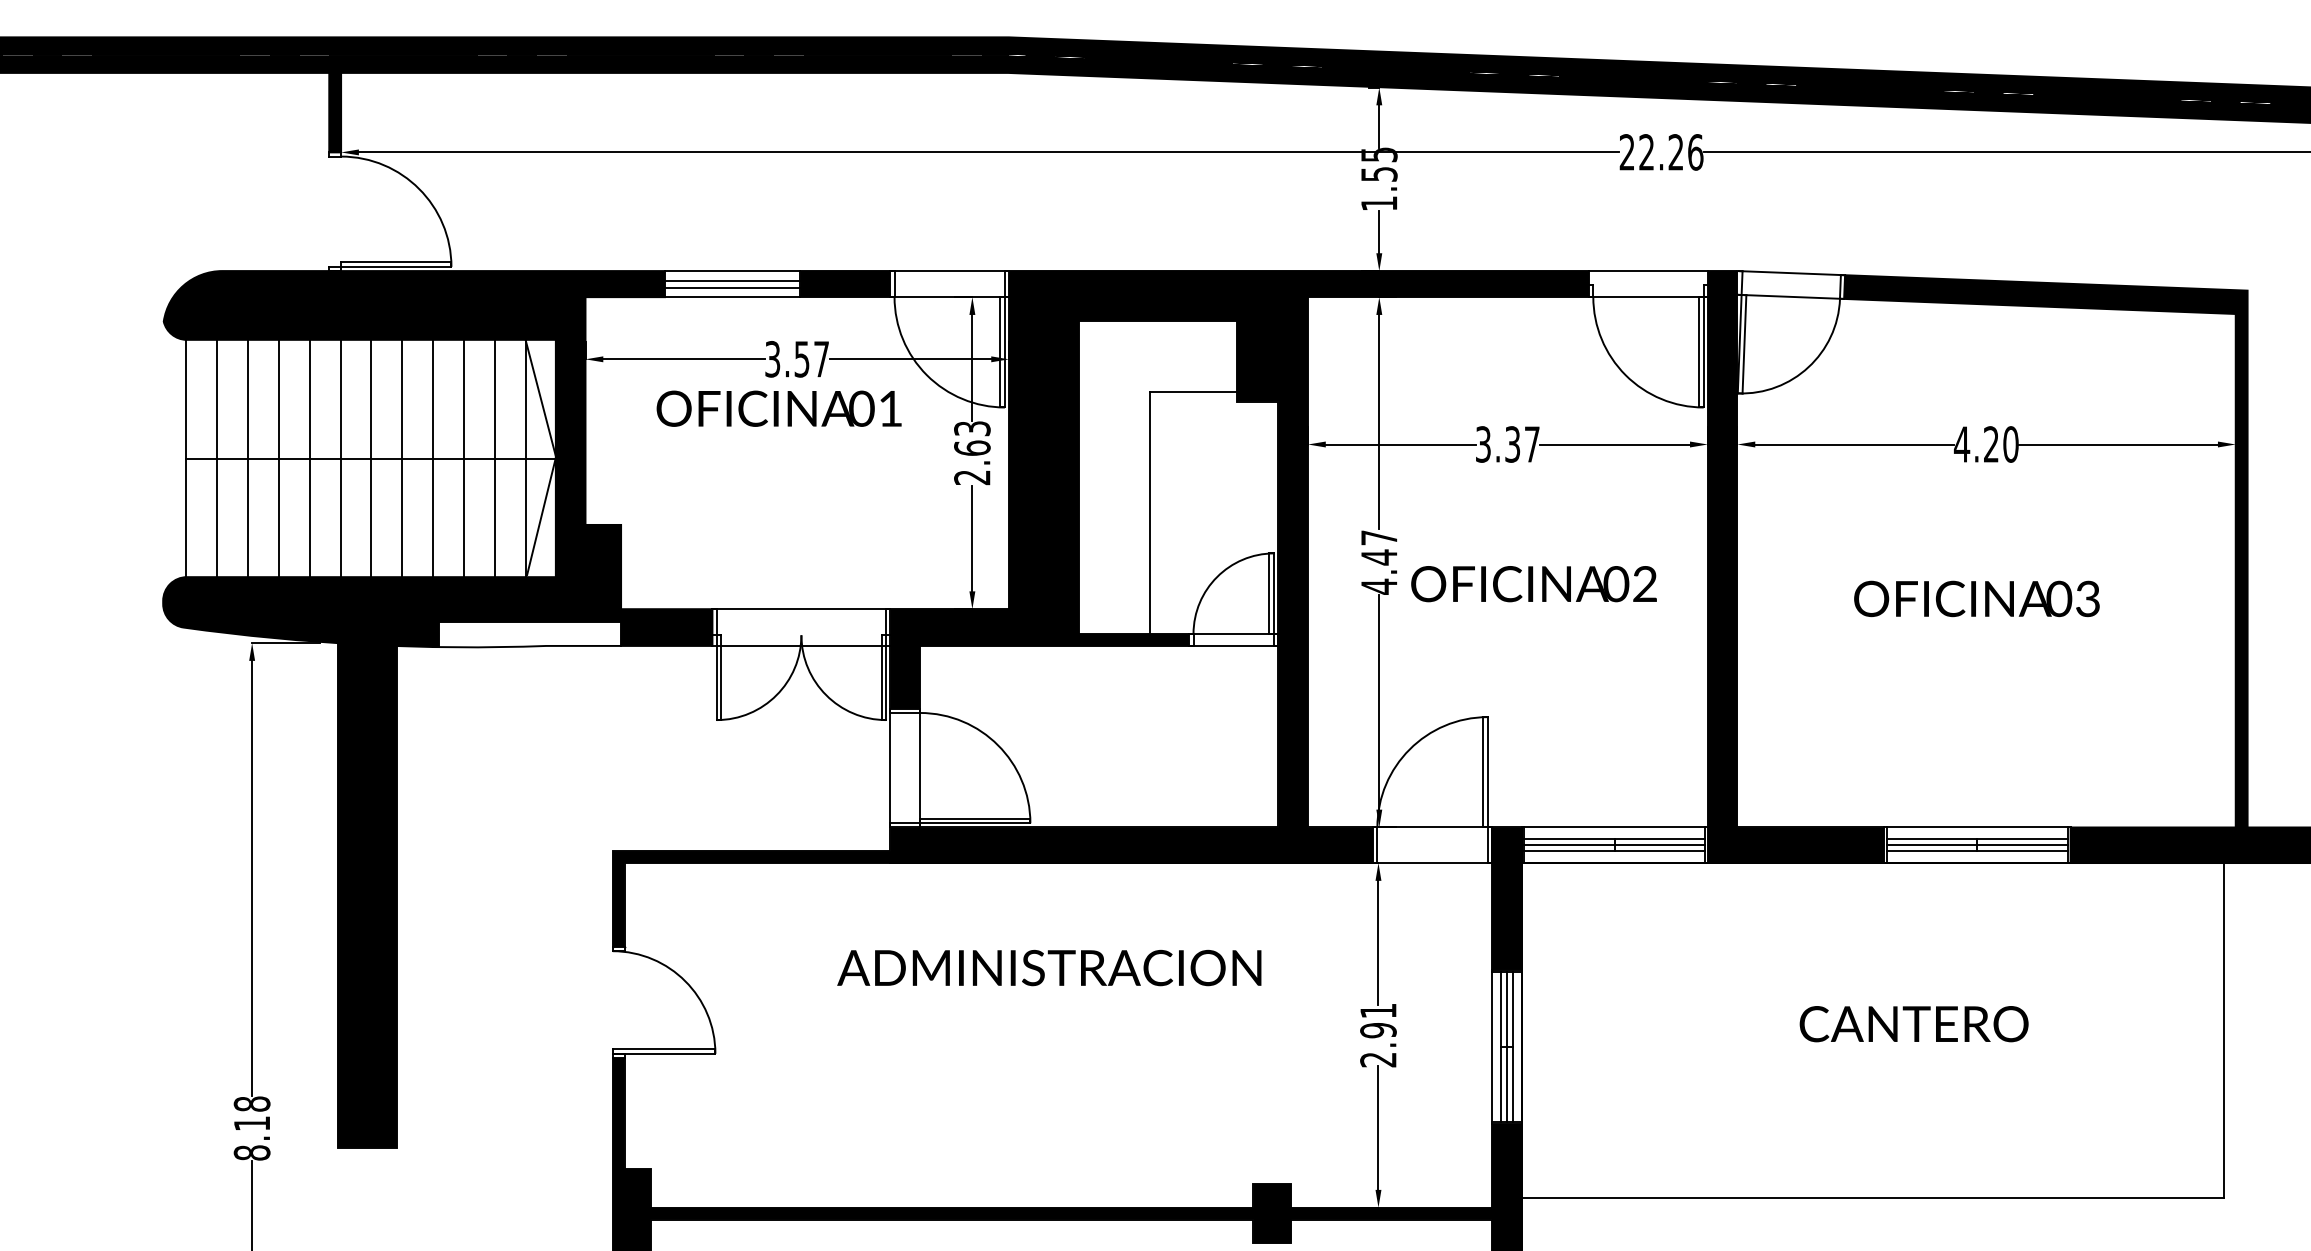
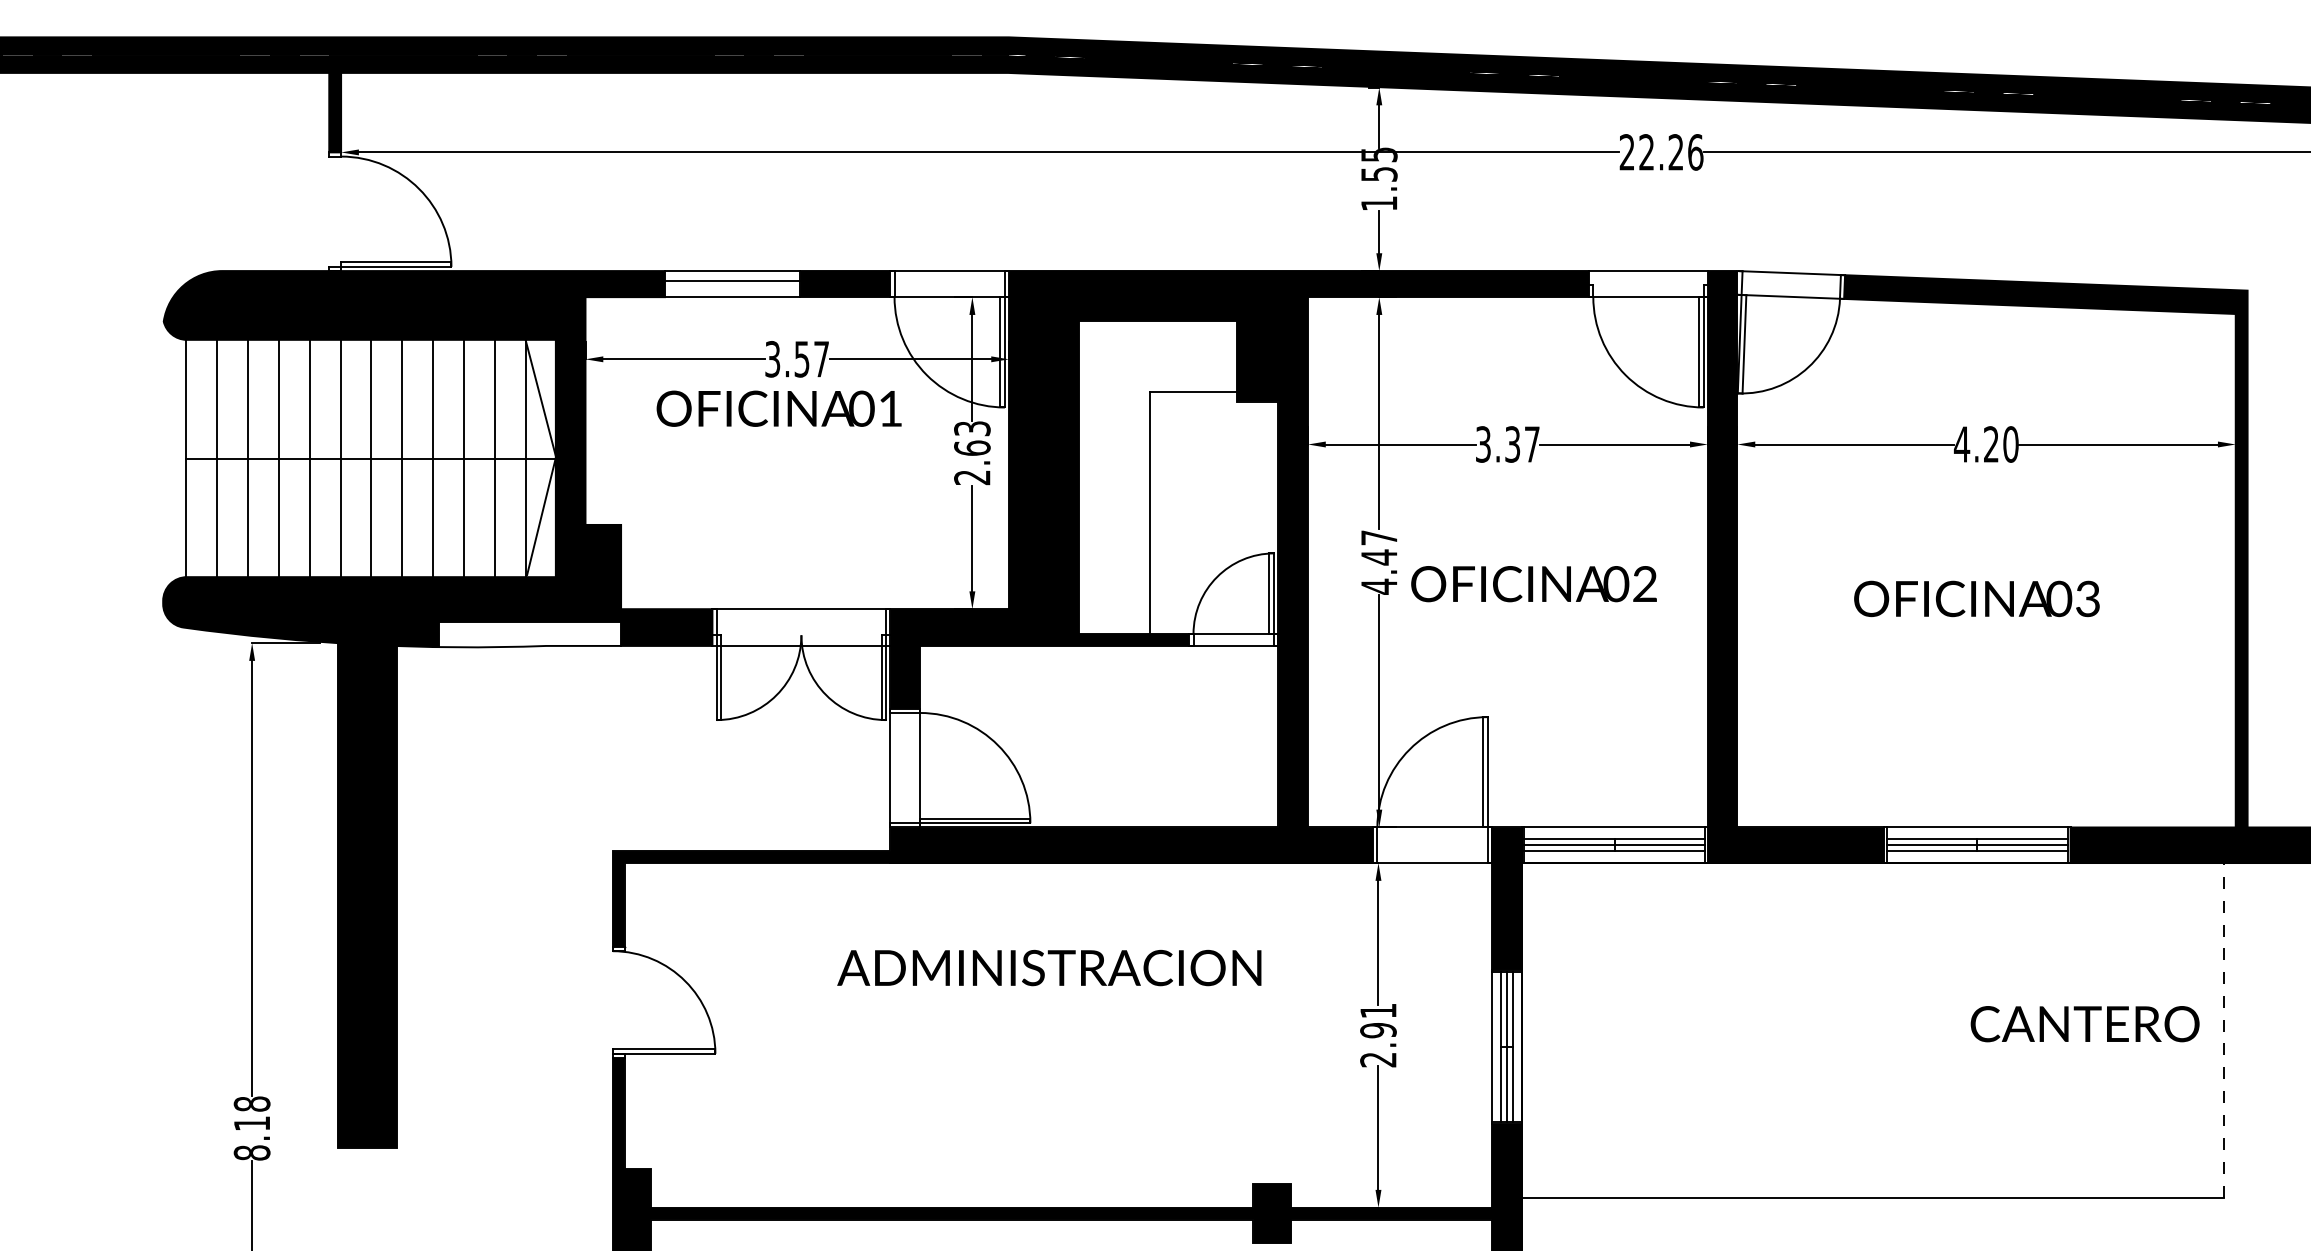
line at (732, 287): present -> none
text at (1913, 1024) position: (1913, 1024) -> (2084, 1024)
line at (2223, 1029): solid -> dashed
